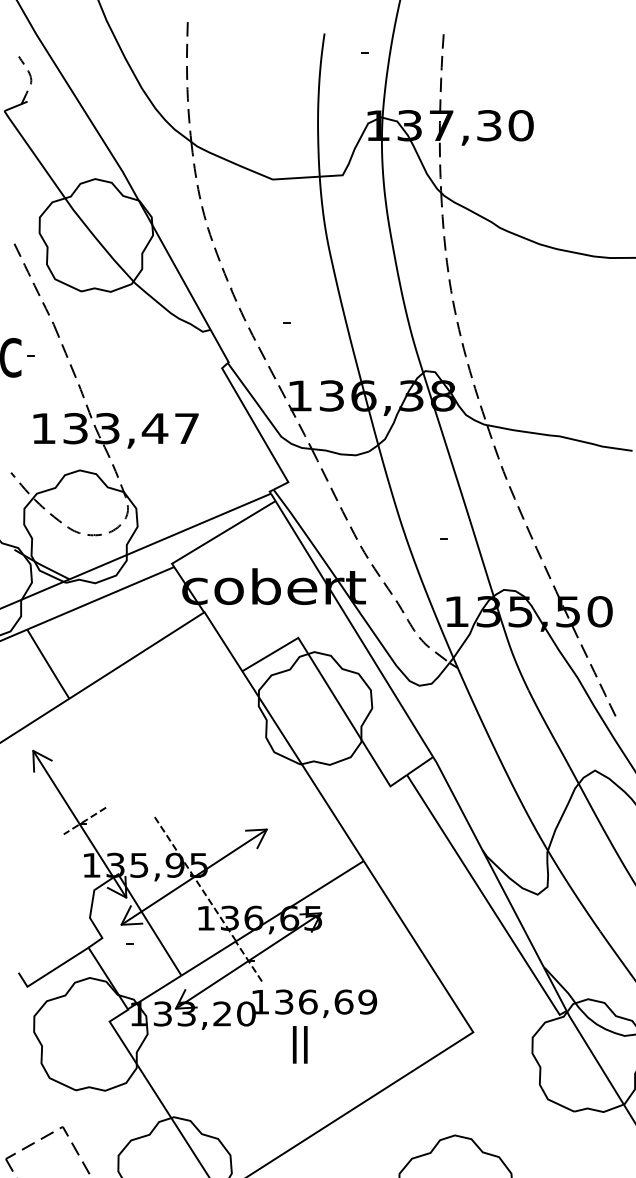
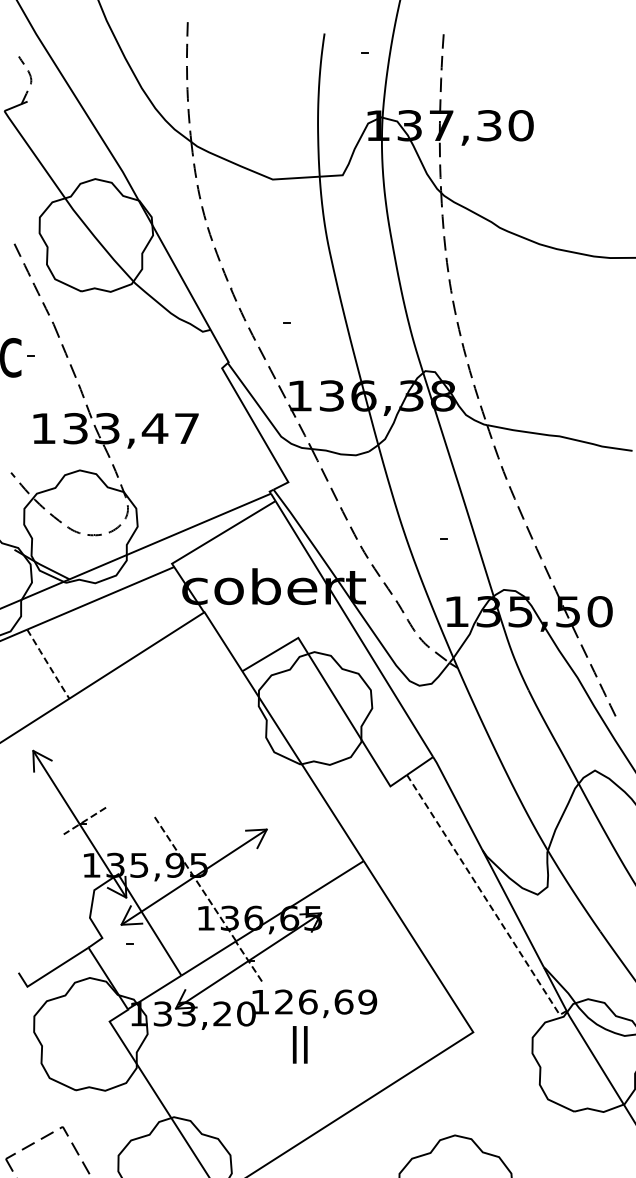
line at (48, 664): solid -> dashed
line at (485, 898): solid -> dashed
text at (284, 1001): 136,69 -> 126,69
